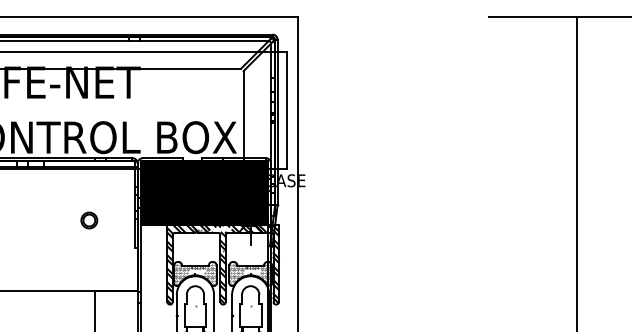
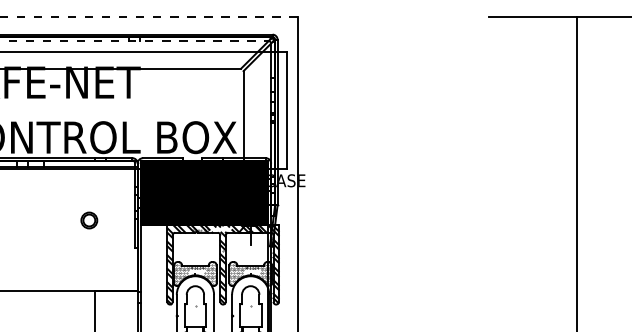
line at (148, 17): solid -> dashed
line at (134, 41): solid -> dashed
